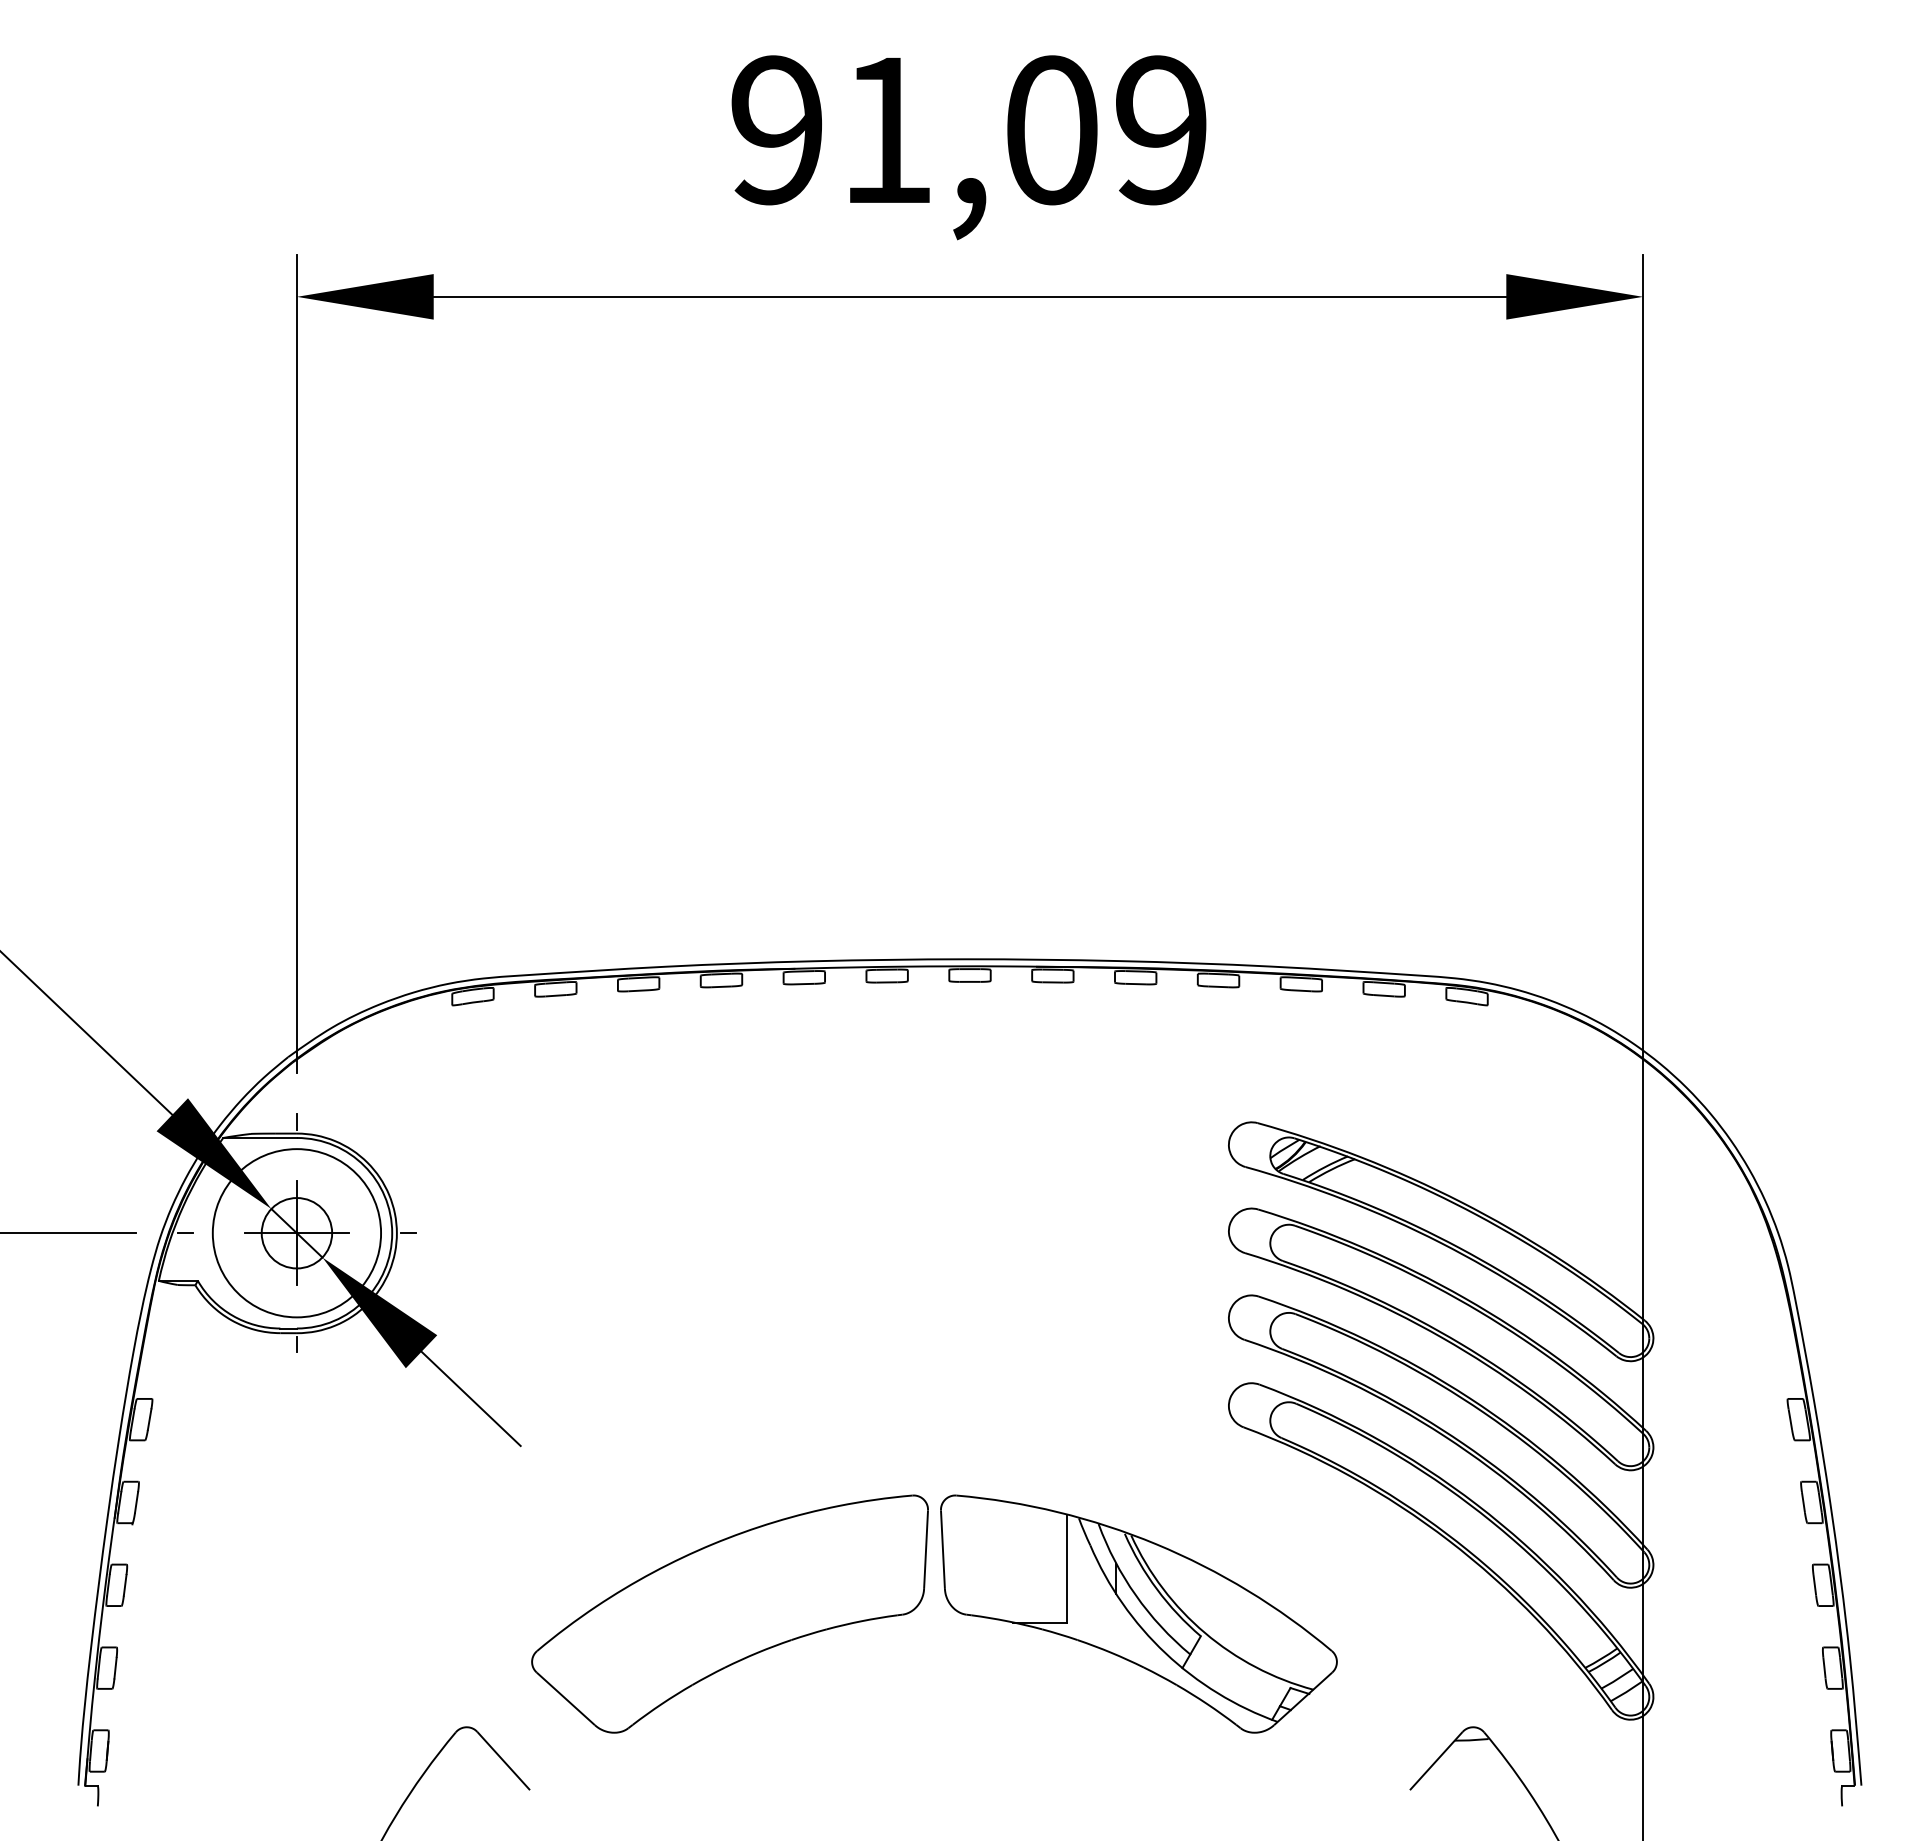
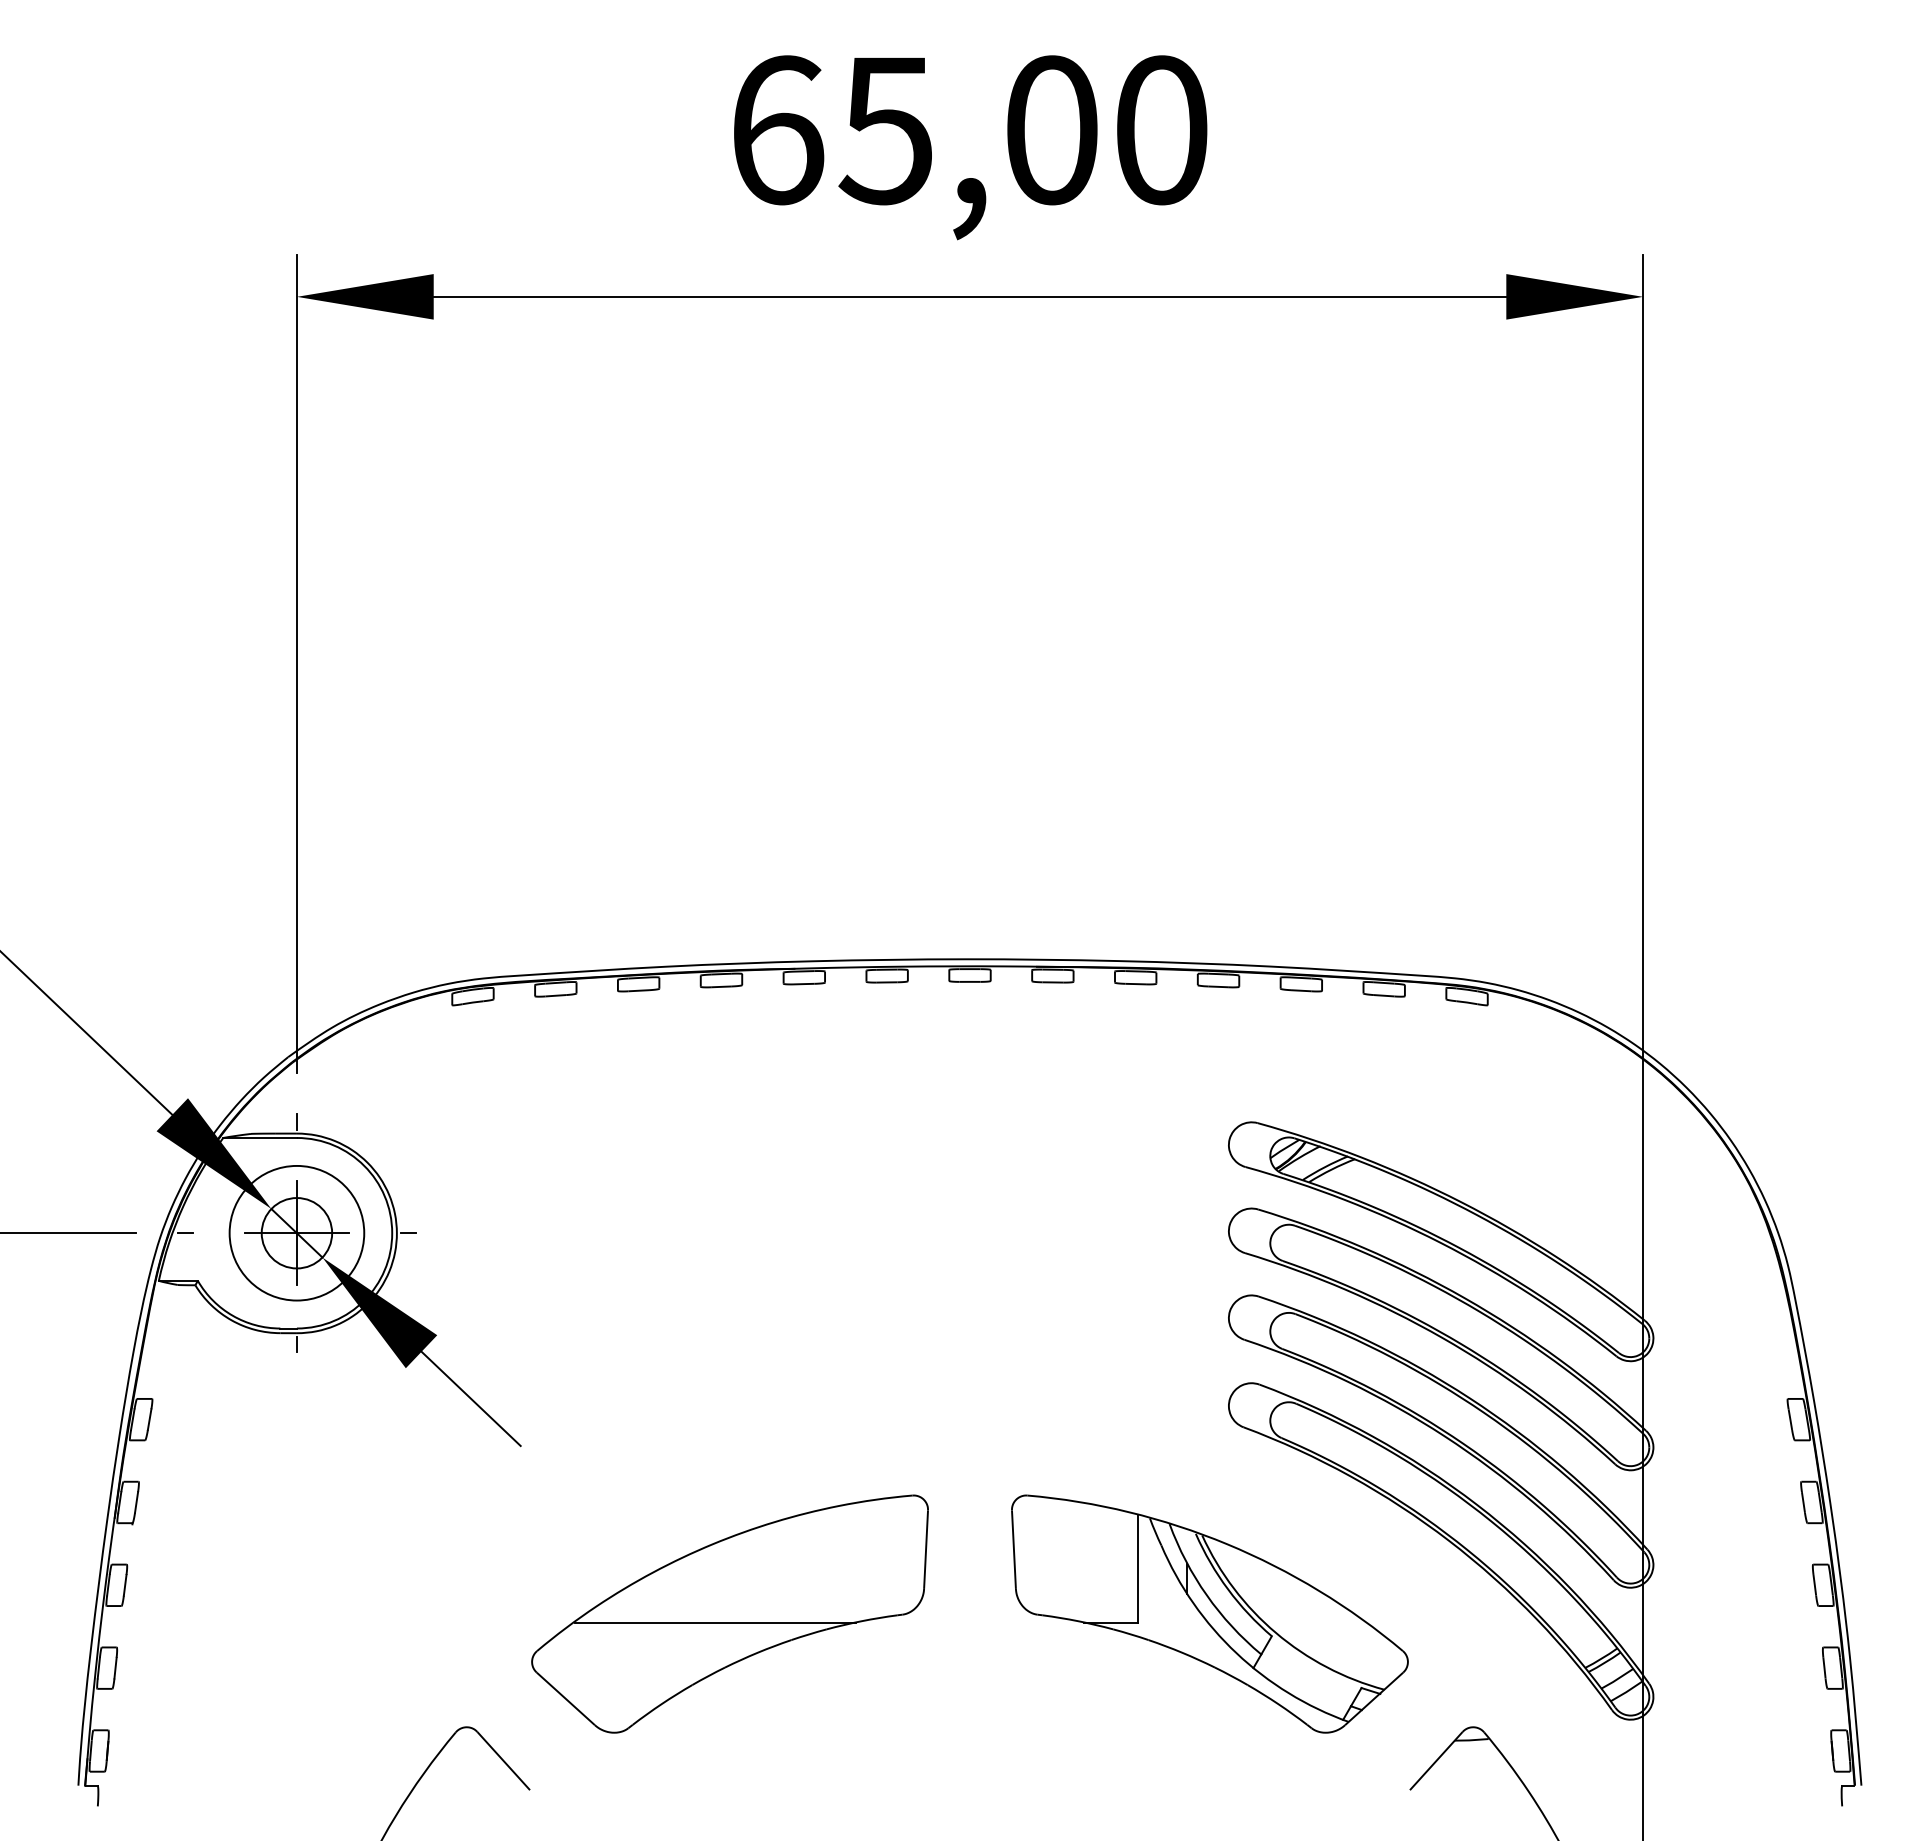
text at (969, 130): 91,09 -> 65,00
circle at (296, 1233) diameter: 168 px -> 135 px
part at (1138, 1613) position: (1138, 1613) -> (1209, 1613)
line at (714, 1622): none -> present
